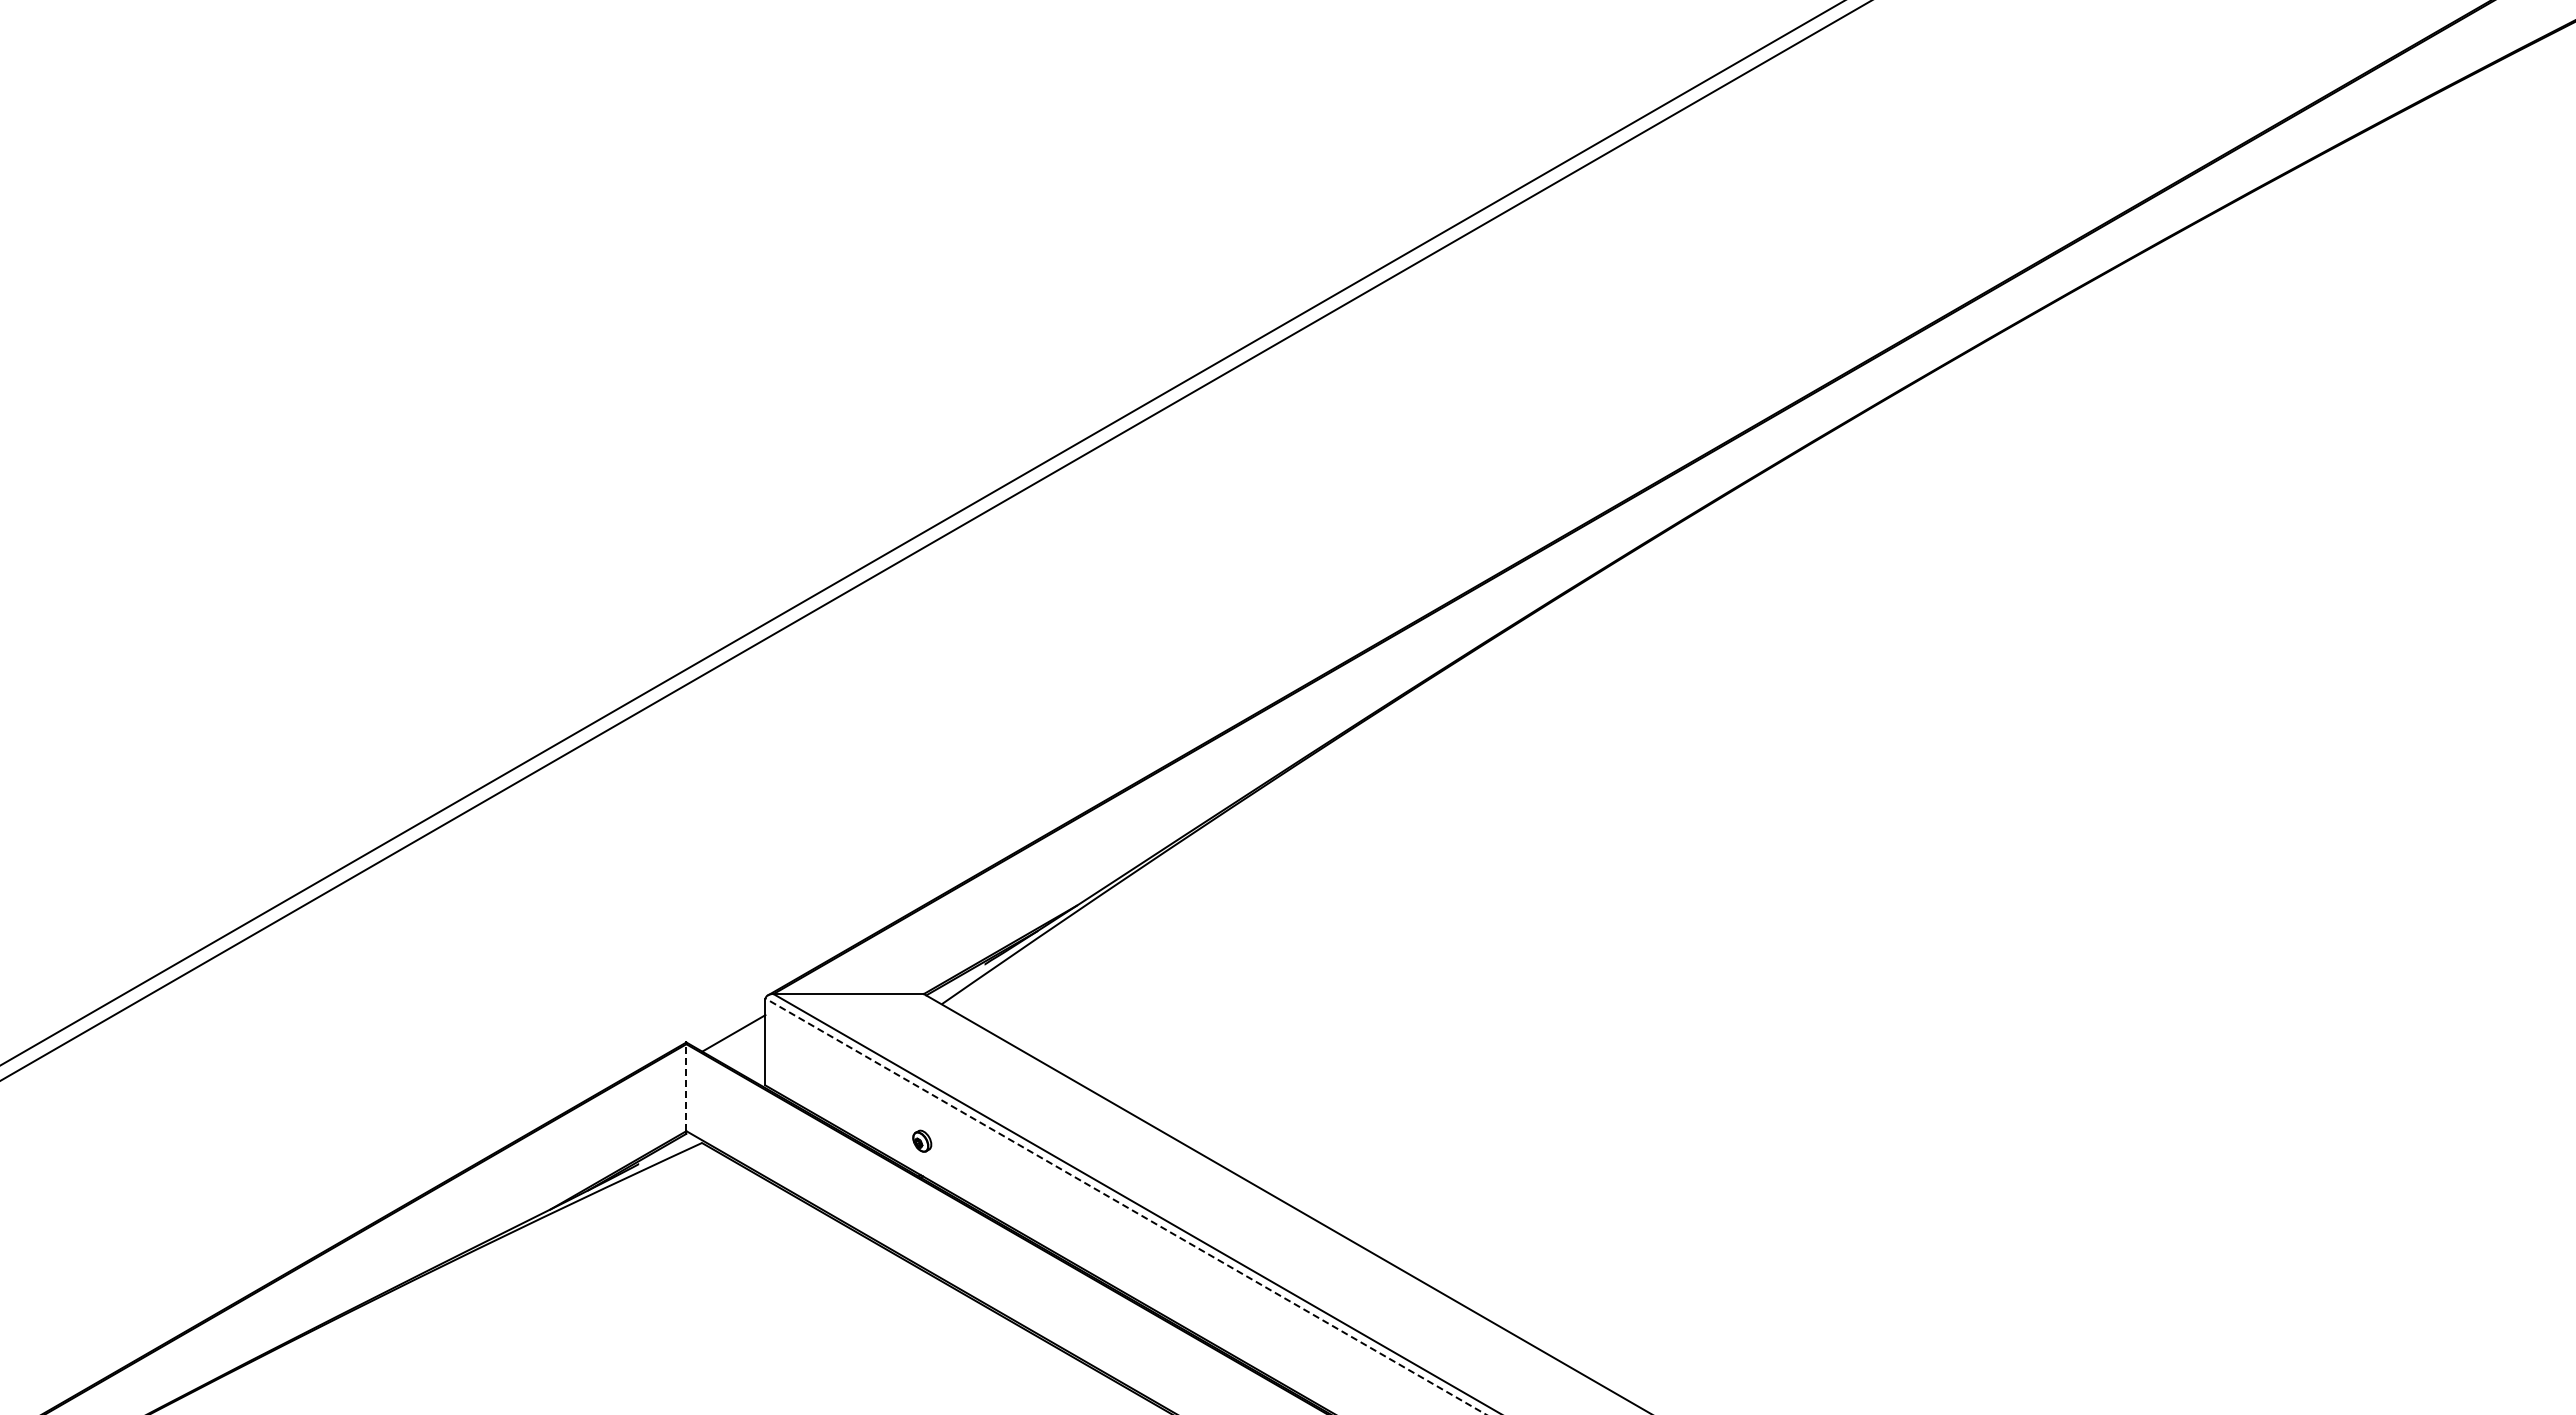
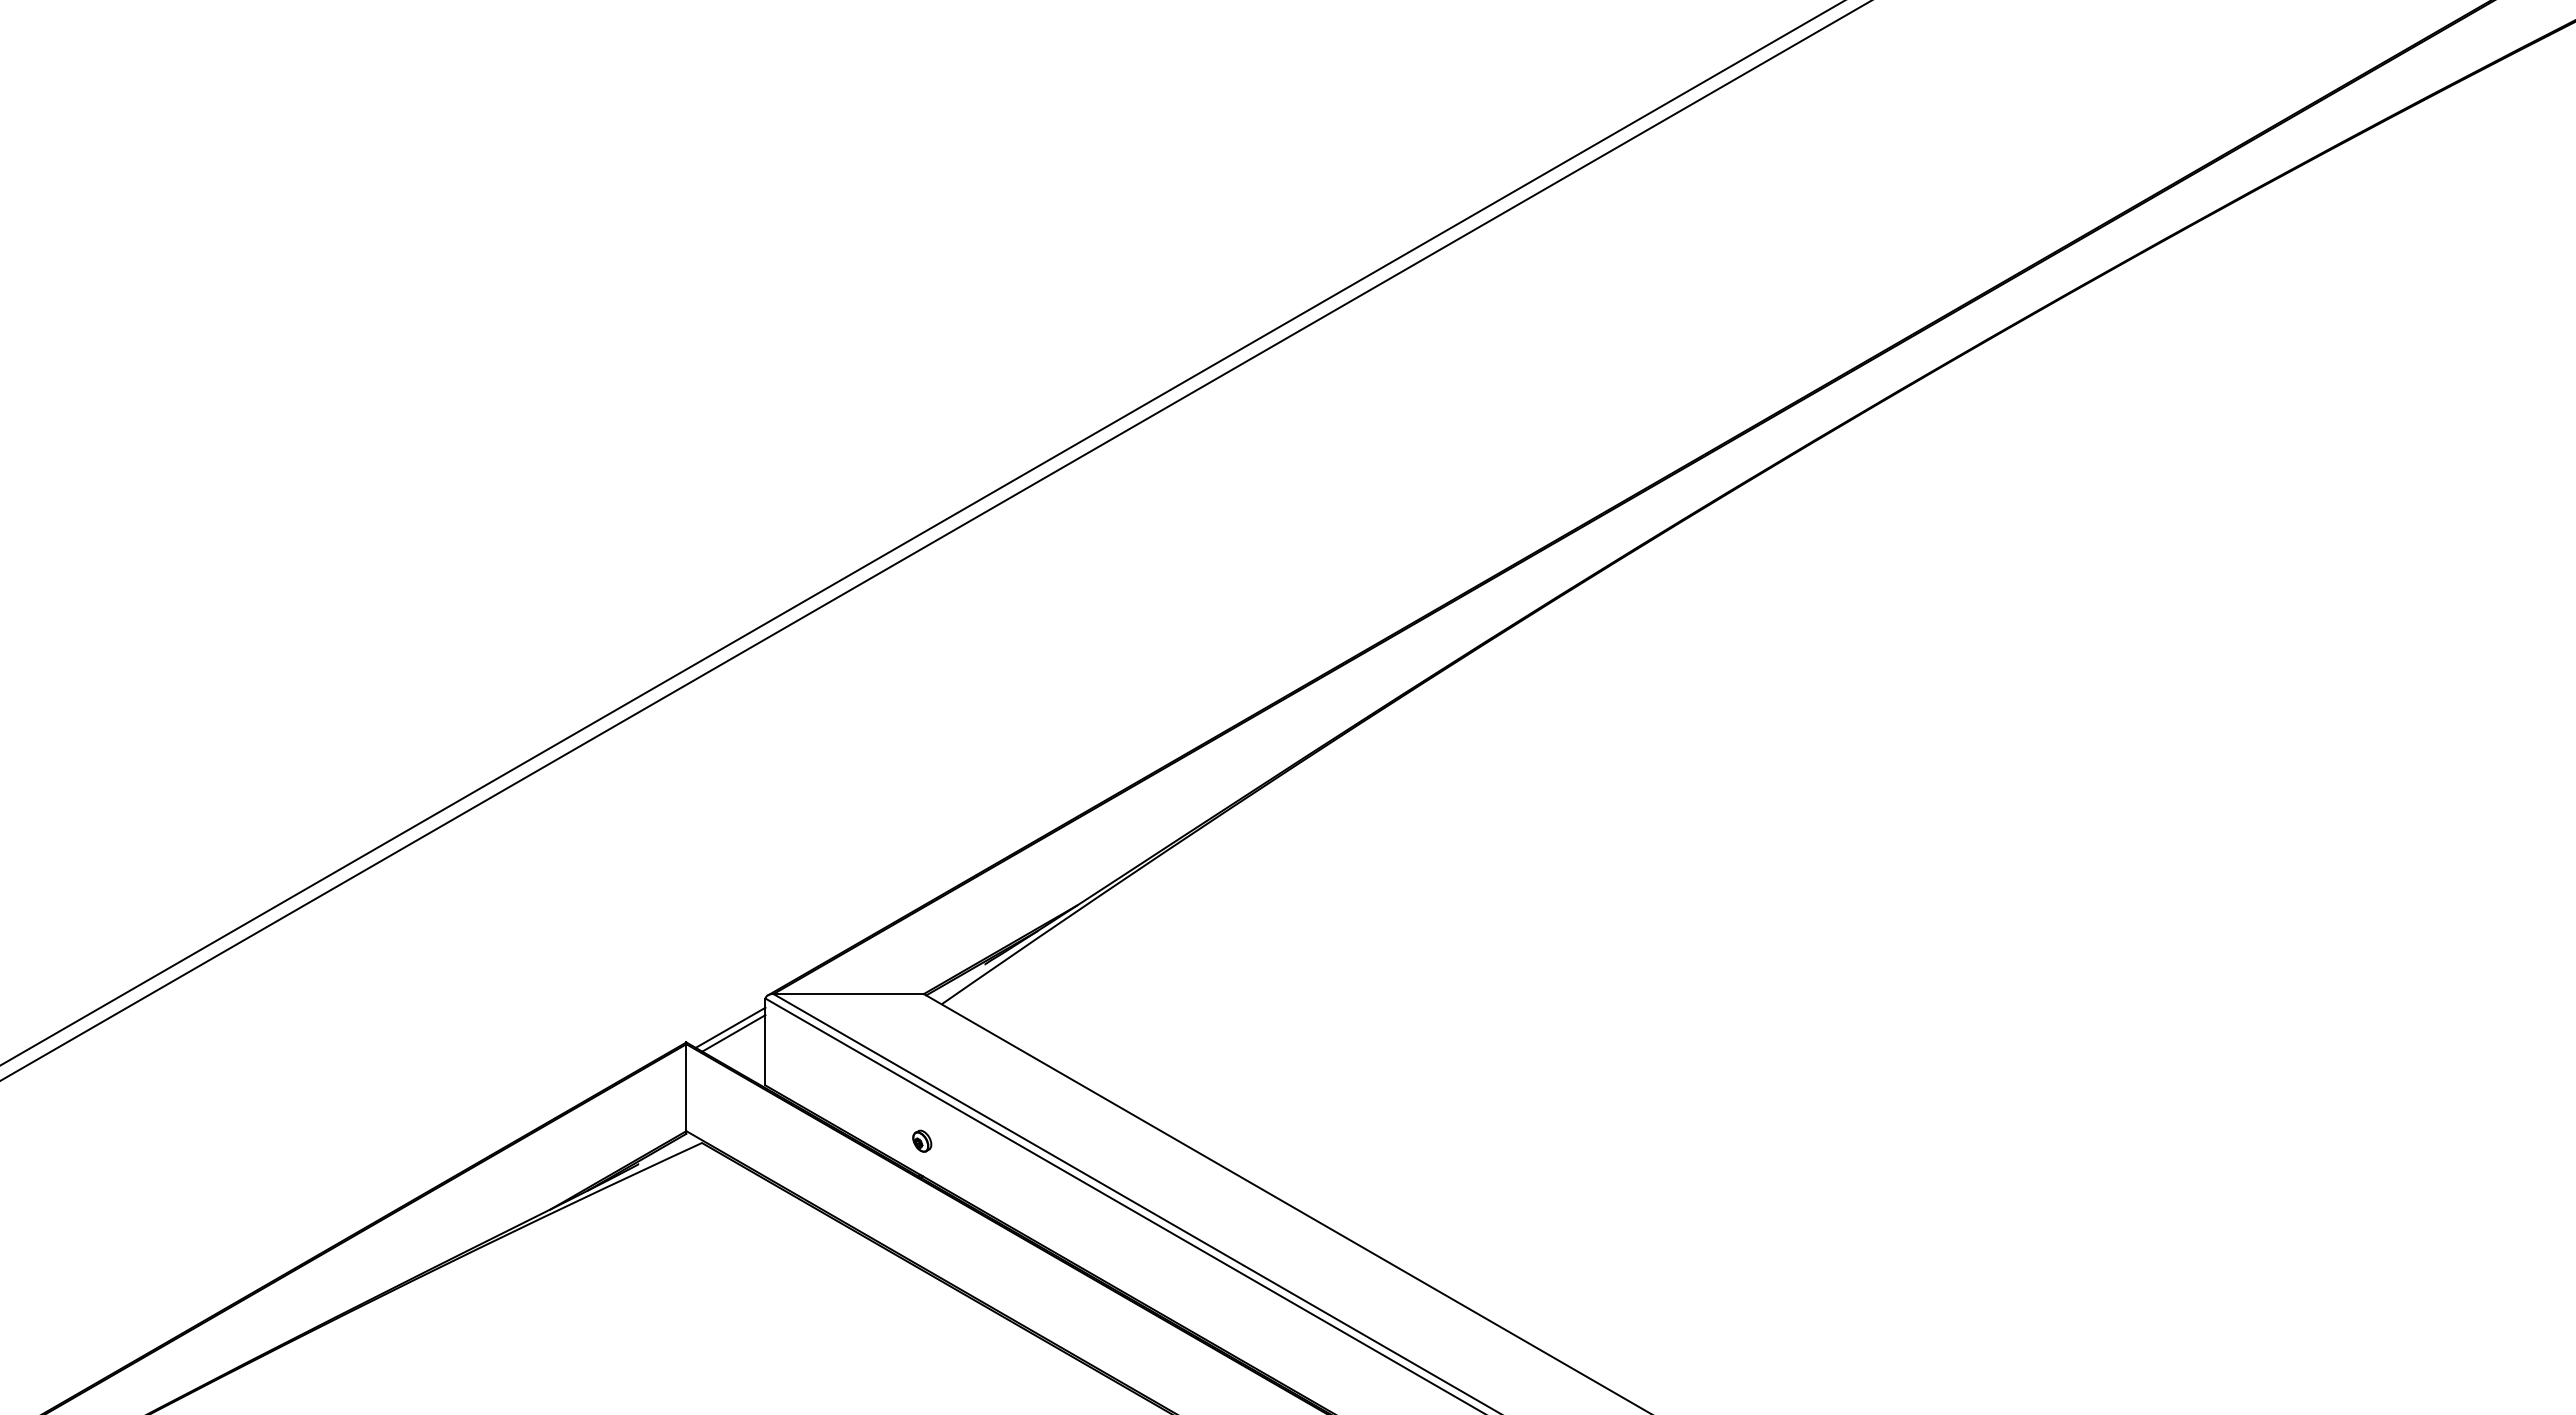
line at (730, 1027): none -> present
line at (686, 1087): dashed -> solid
line at (1125, 1206): dashed -> solid
